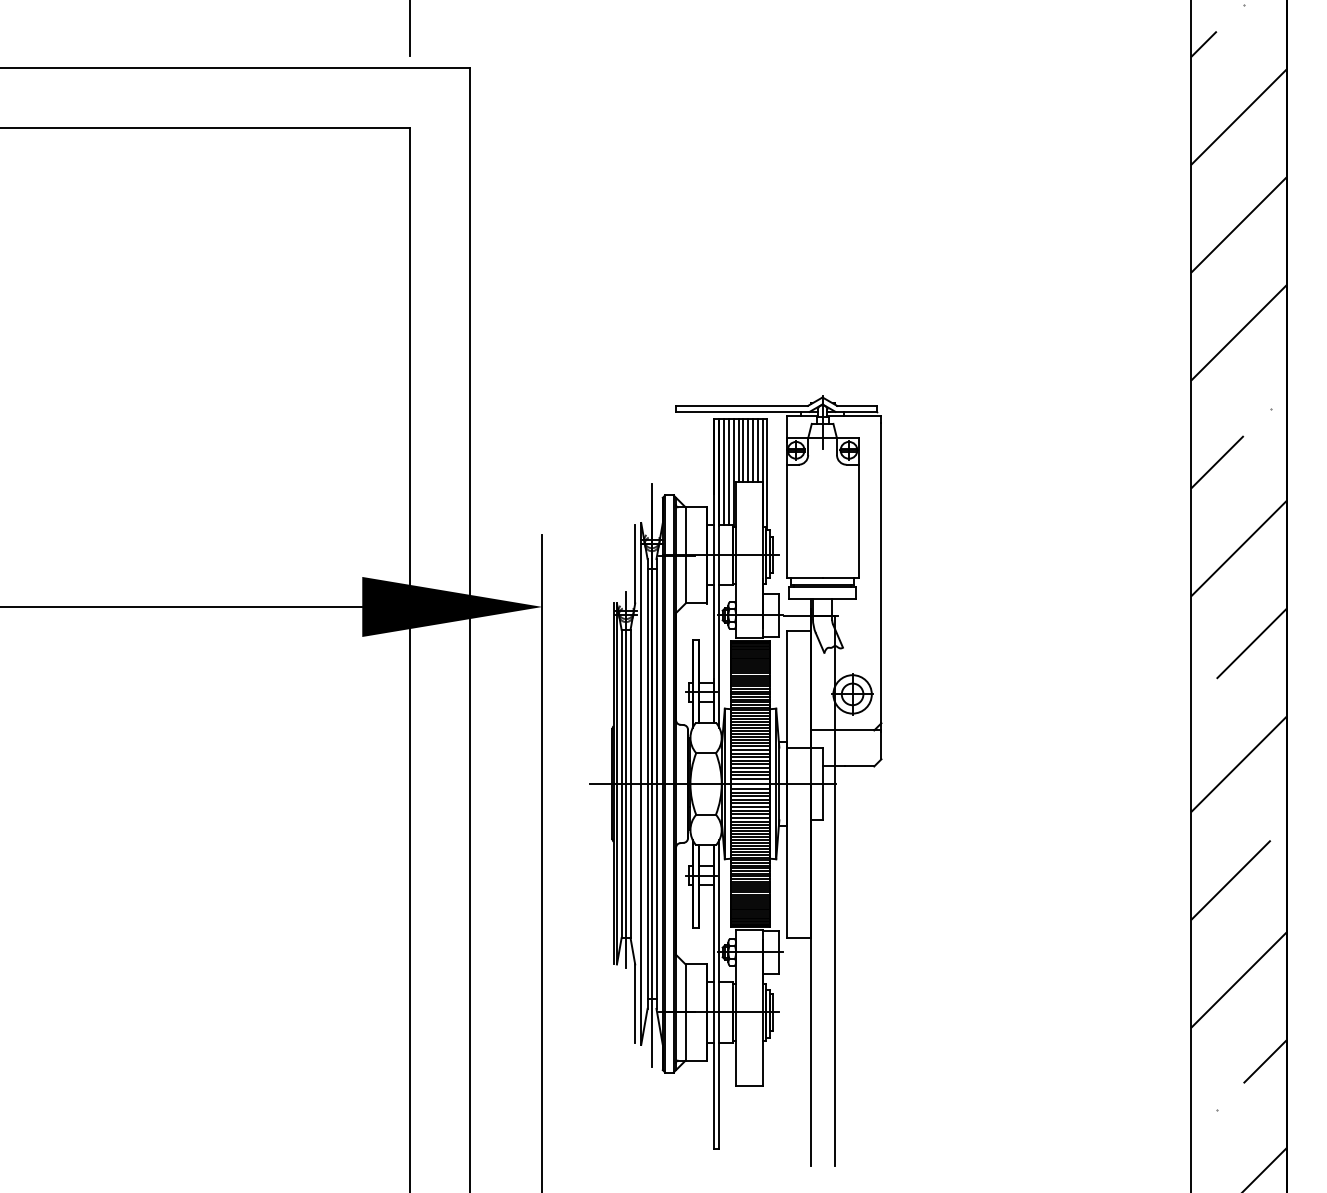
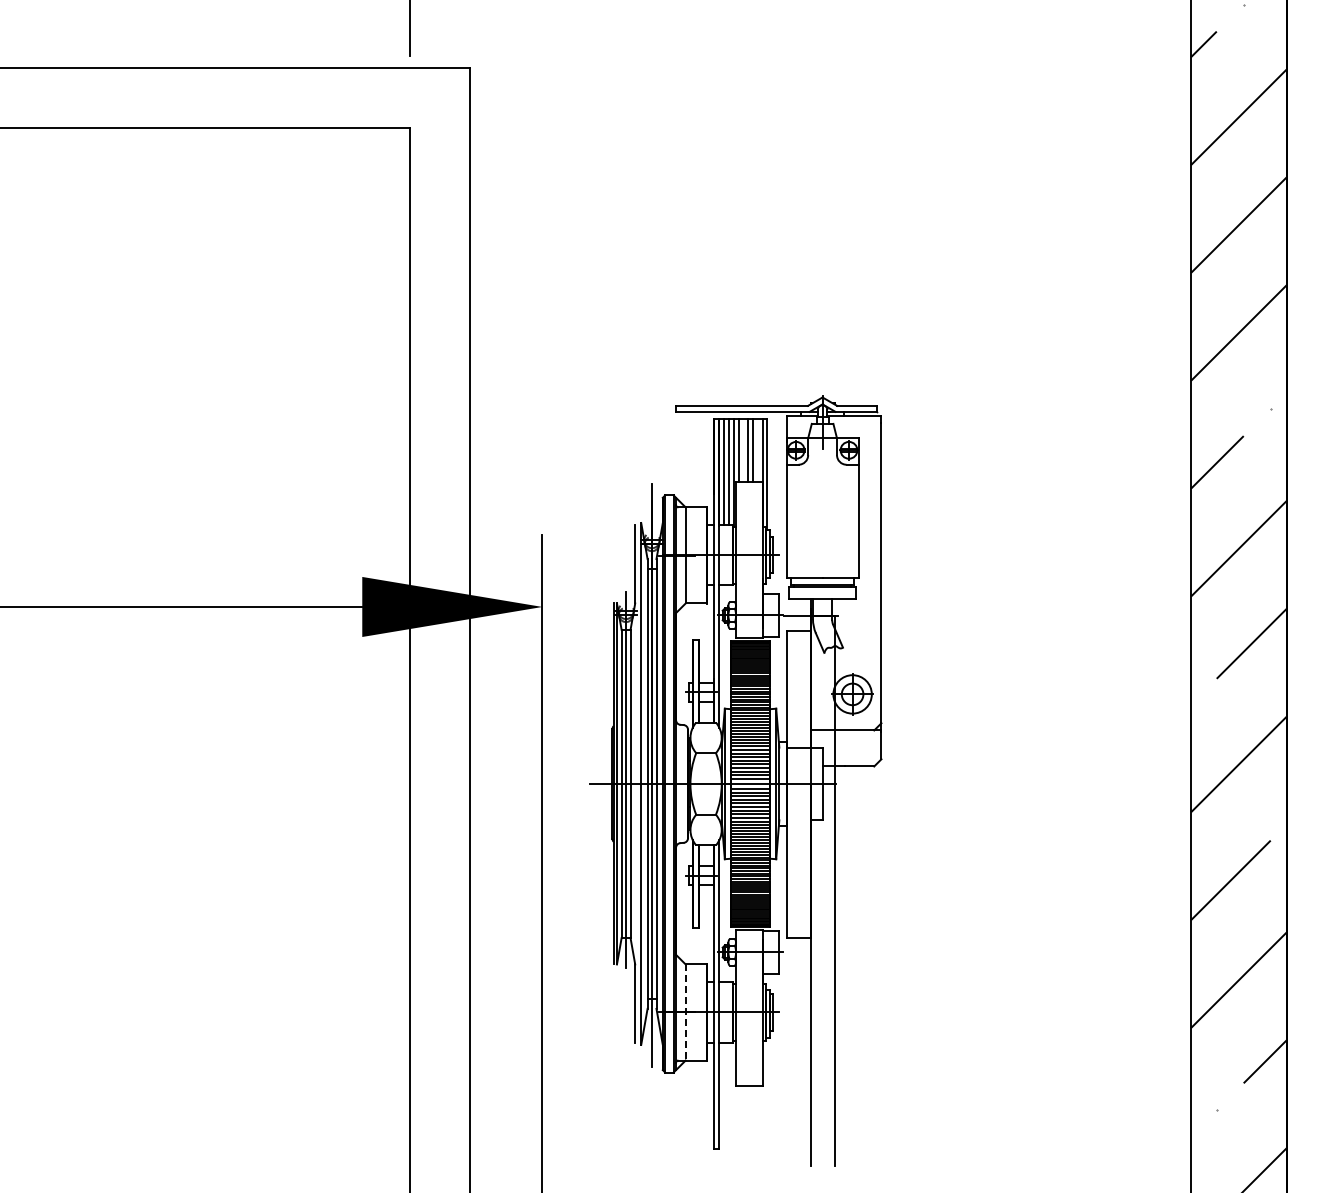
line at (743, 450): present -> none
line at (757, 450): present -> none
line at (685, 1012): solid -> dashed
